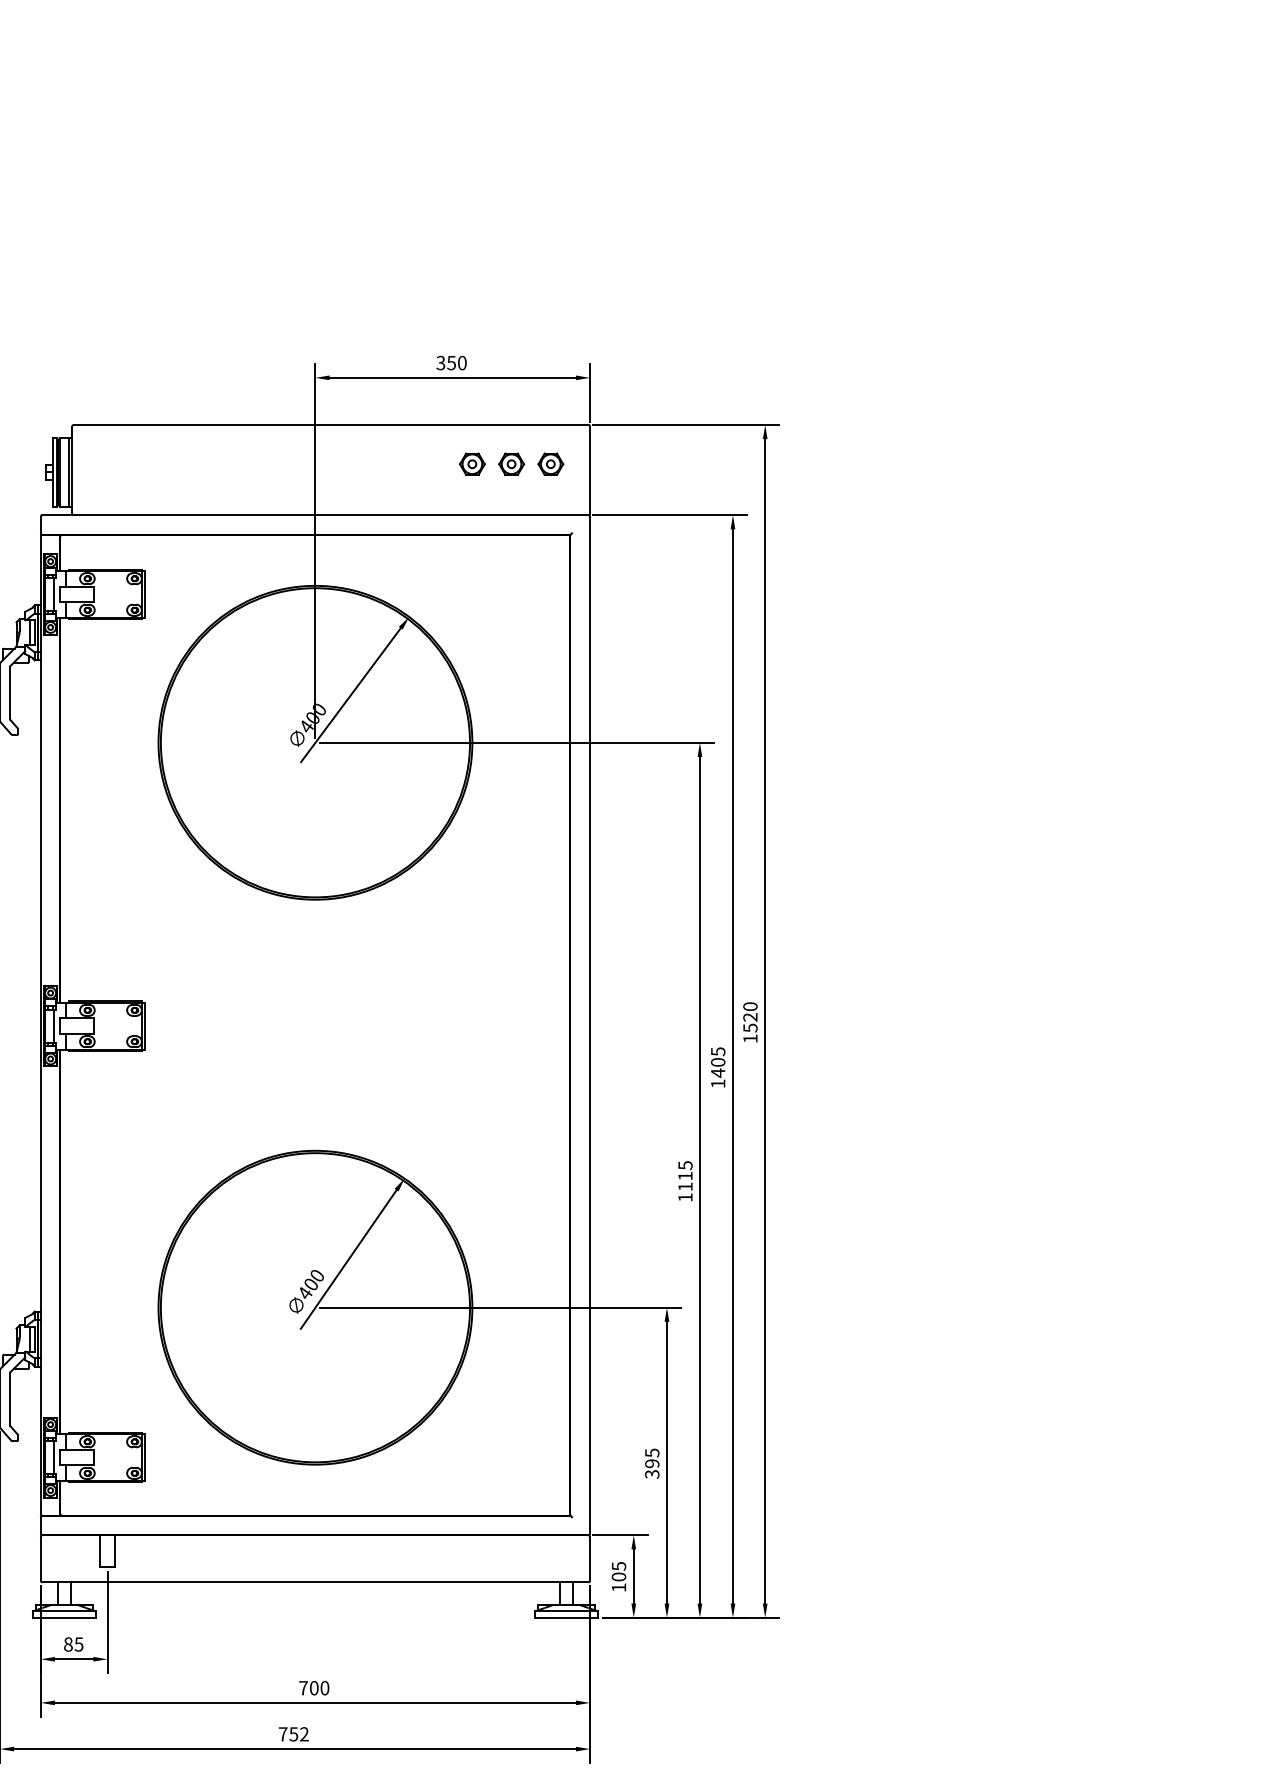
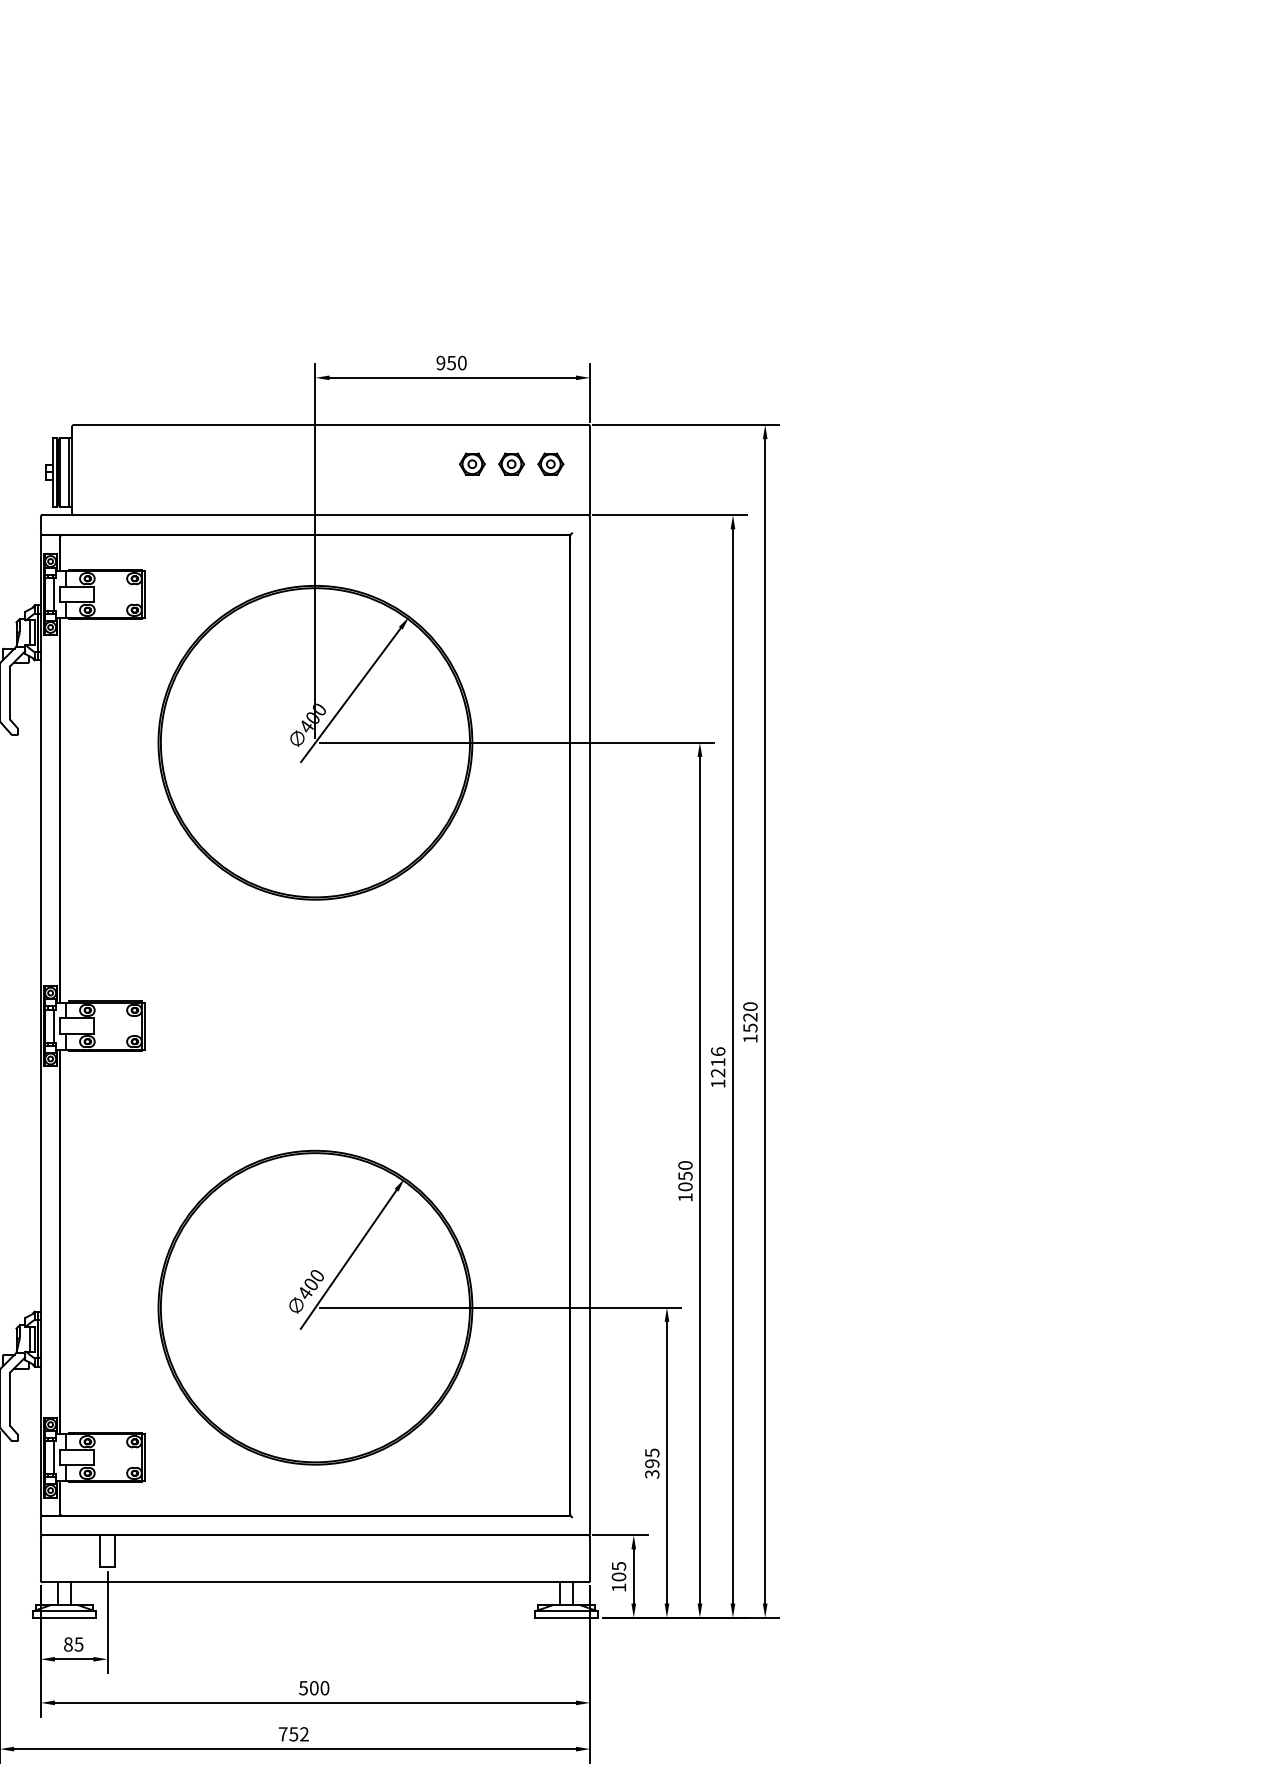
text at (440, 363): 350 -> 950
text at (718, 1062): 1405 -> 1216
text at (685, 1176): 1115 -> 1050
text at (303, 1688): 700 -> 500
